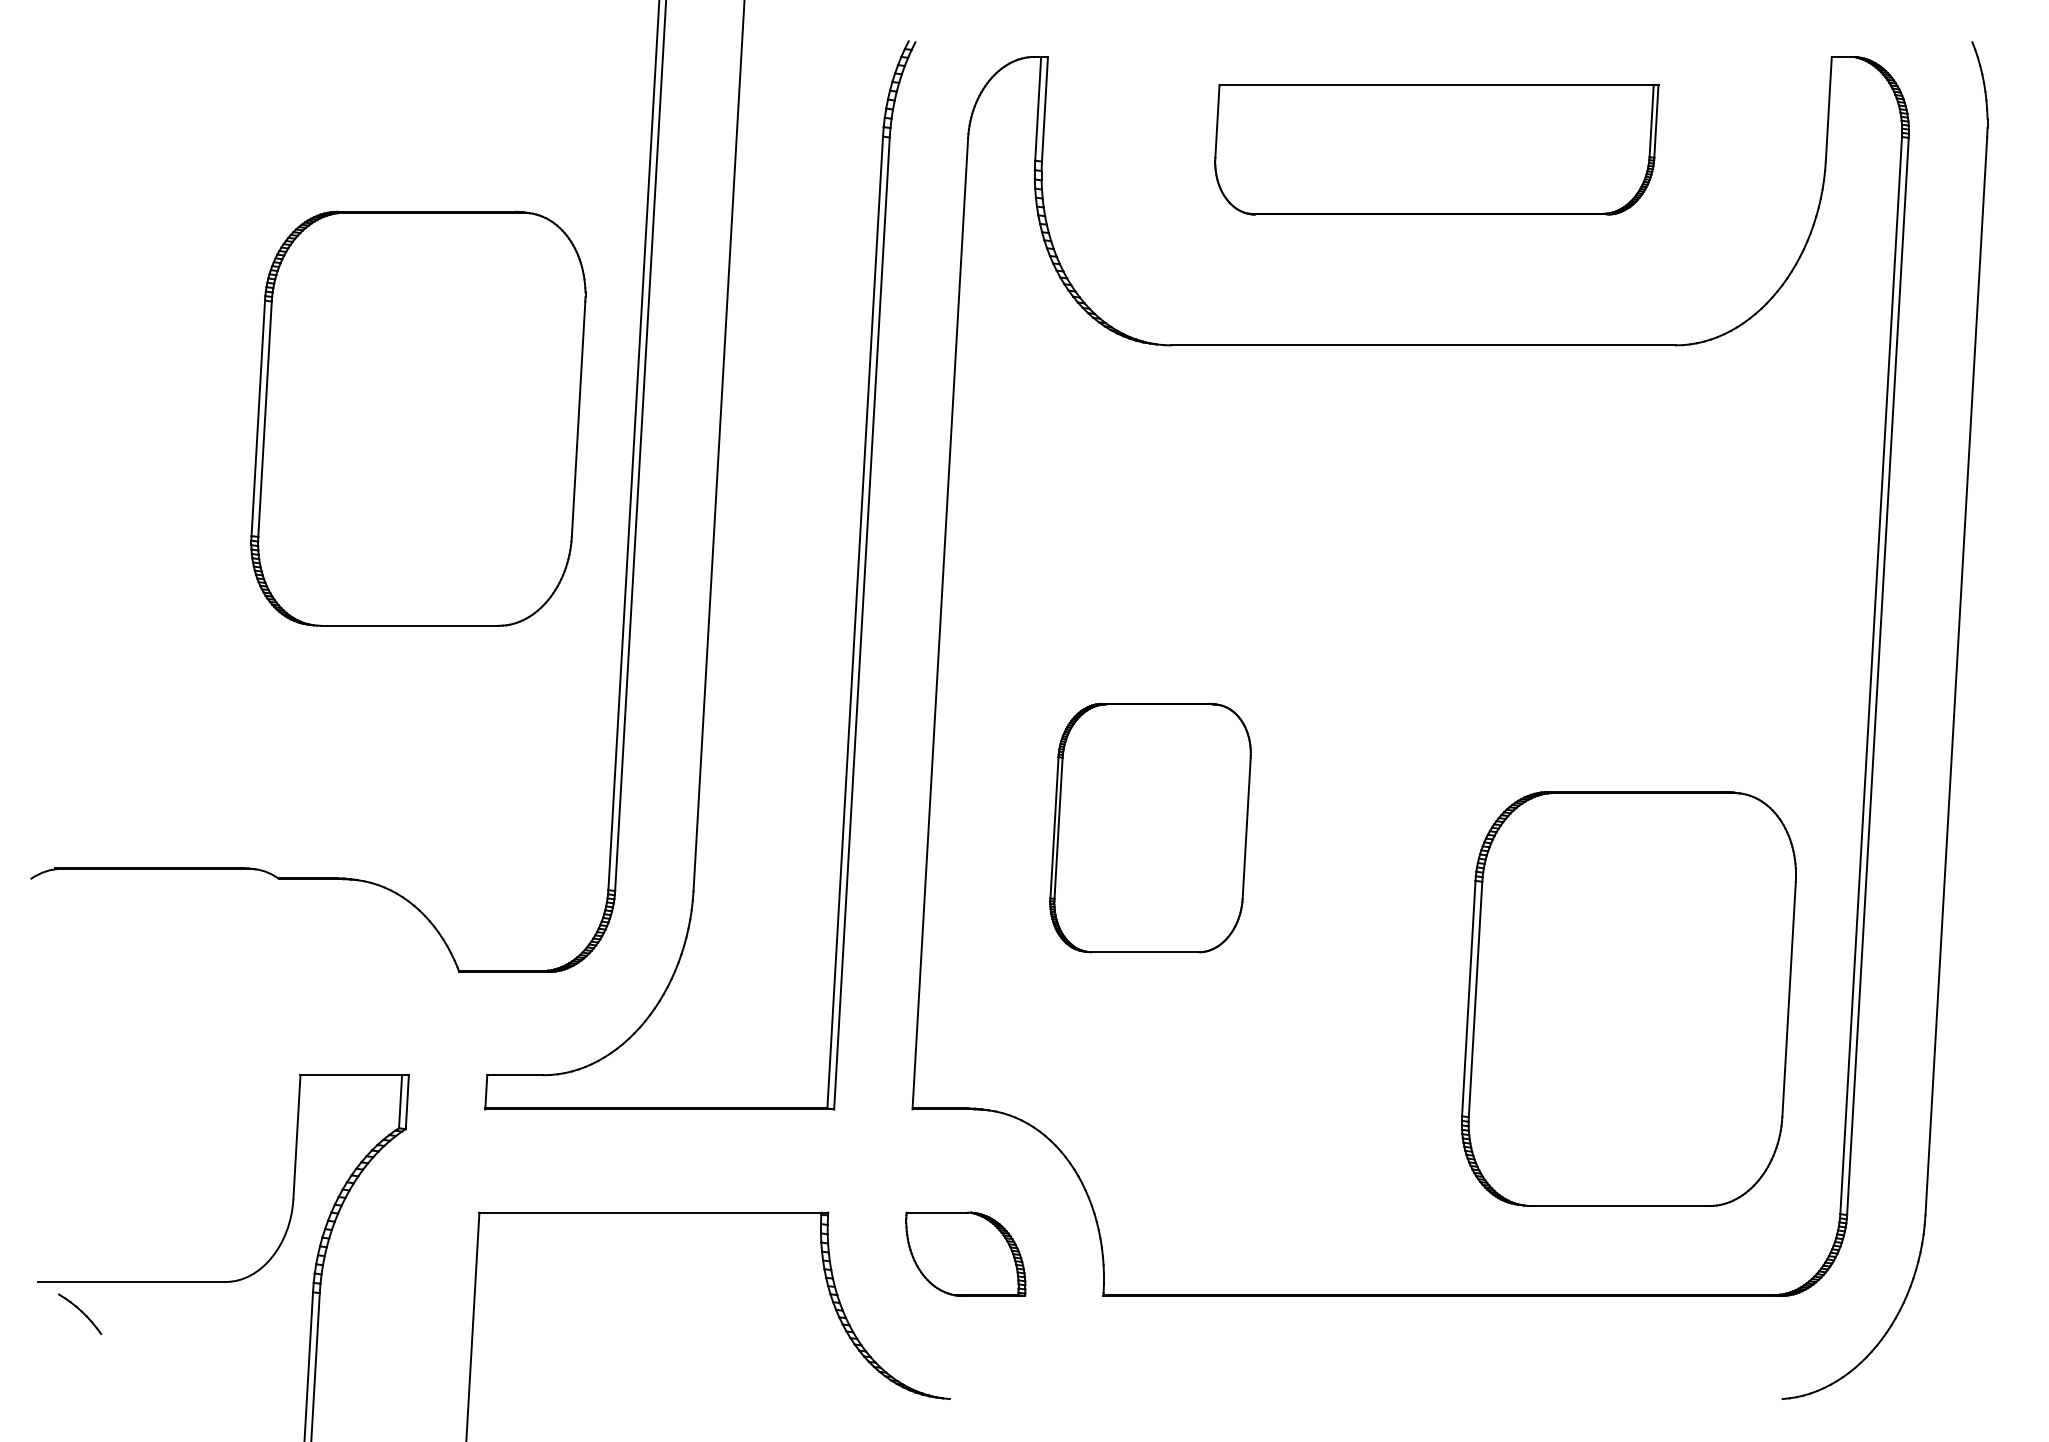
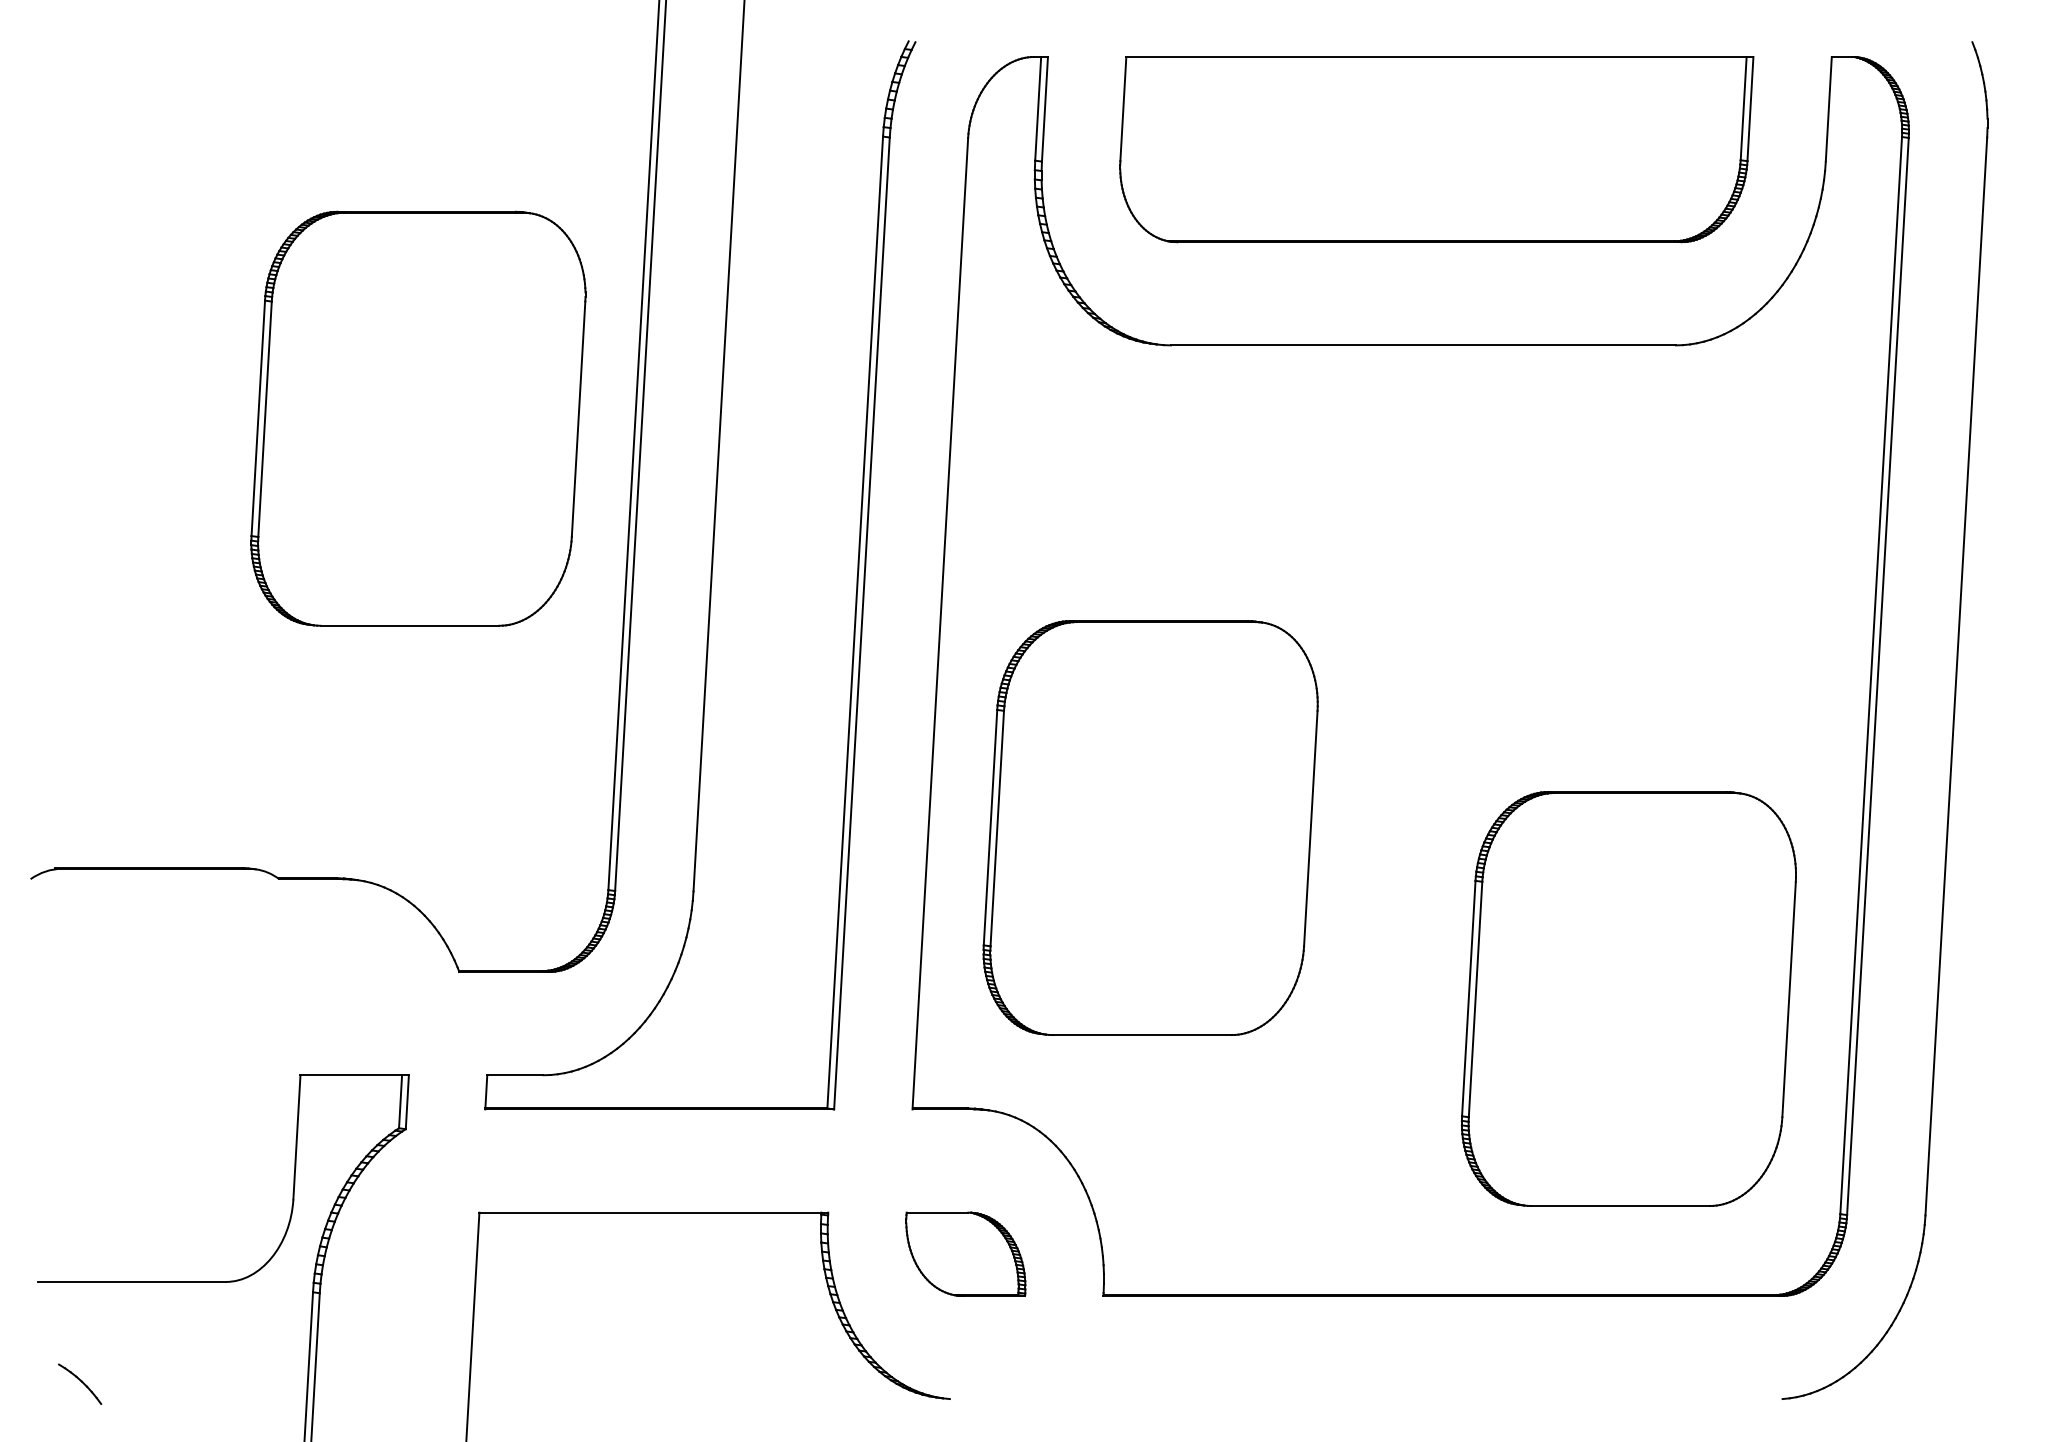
part at (1436, 149) size: 446x132 px -> 636x188 px
part at (1150, 827) size: 203x252 px -> 337x416 px
part at (80, 1313) position: (80, 1313) -> (80, 1383)
